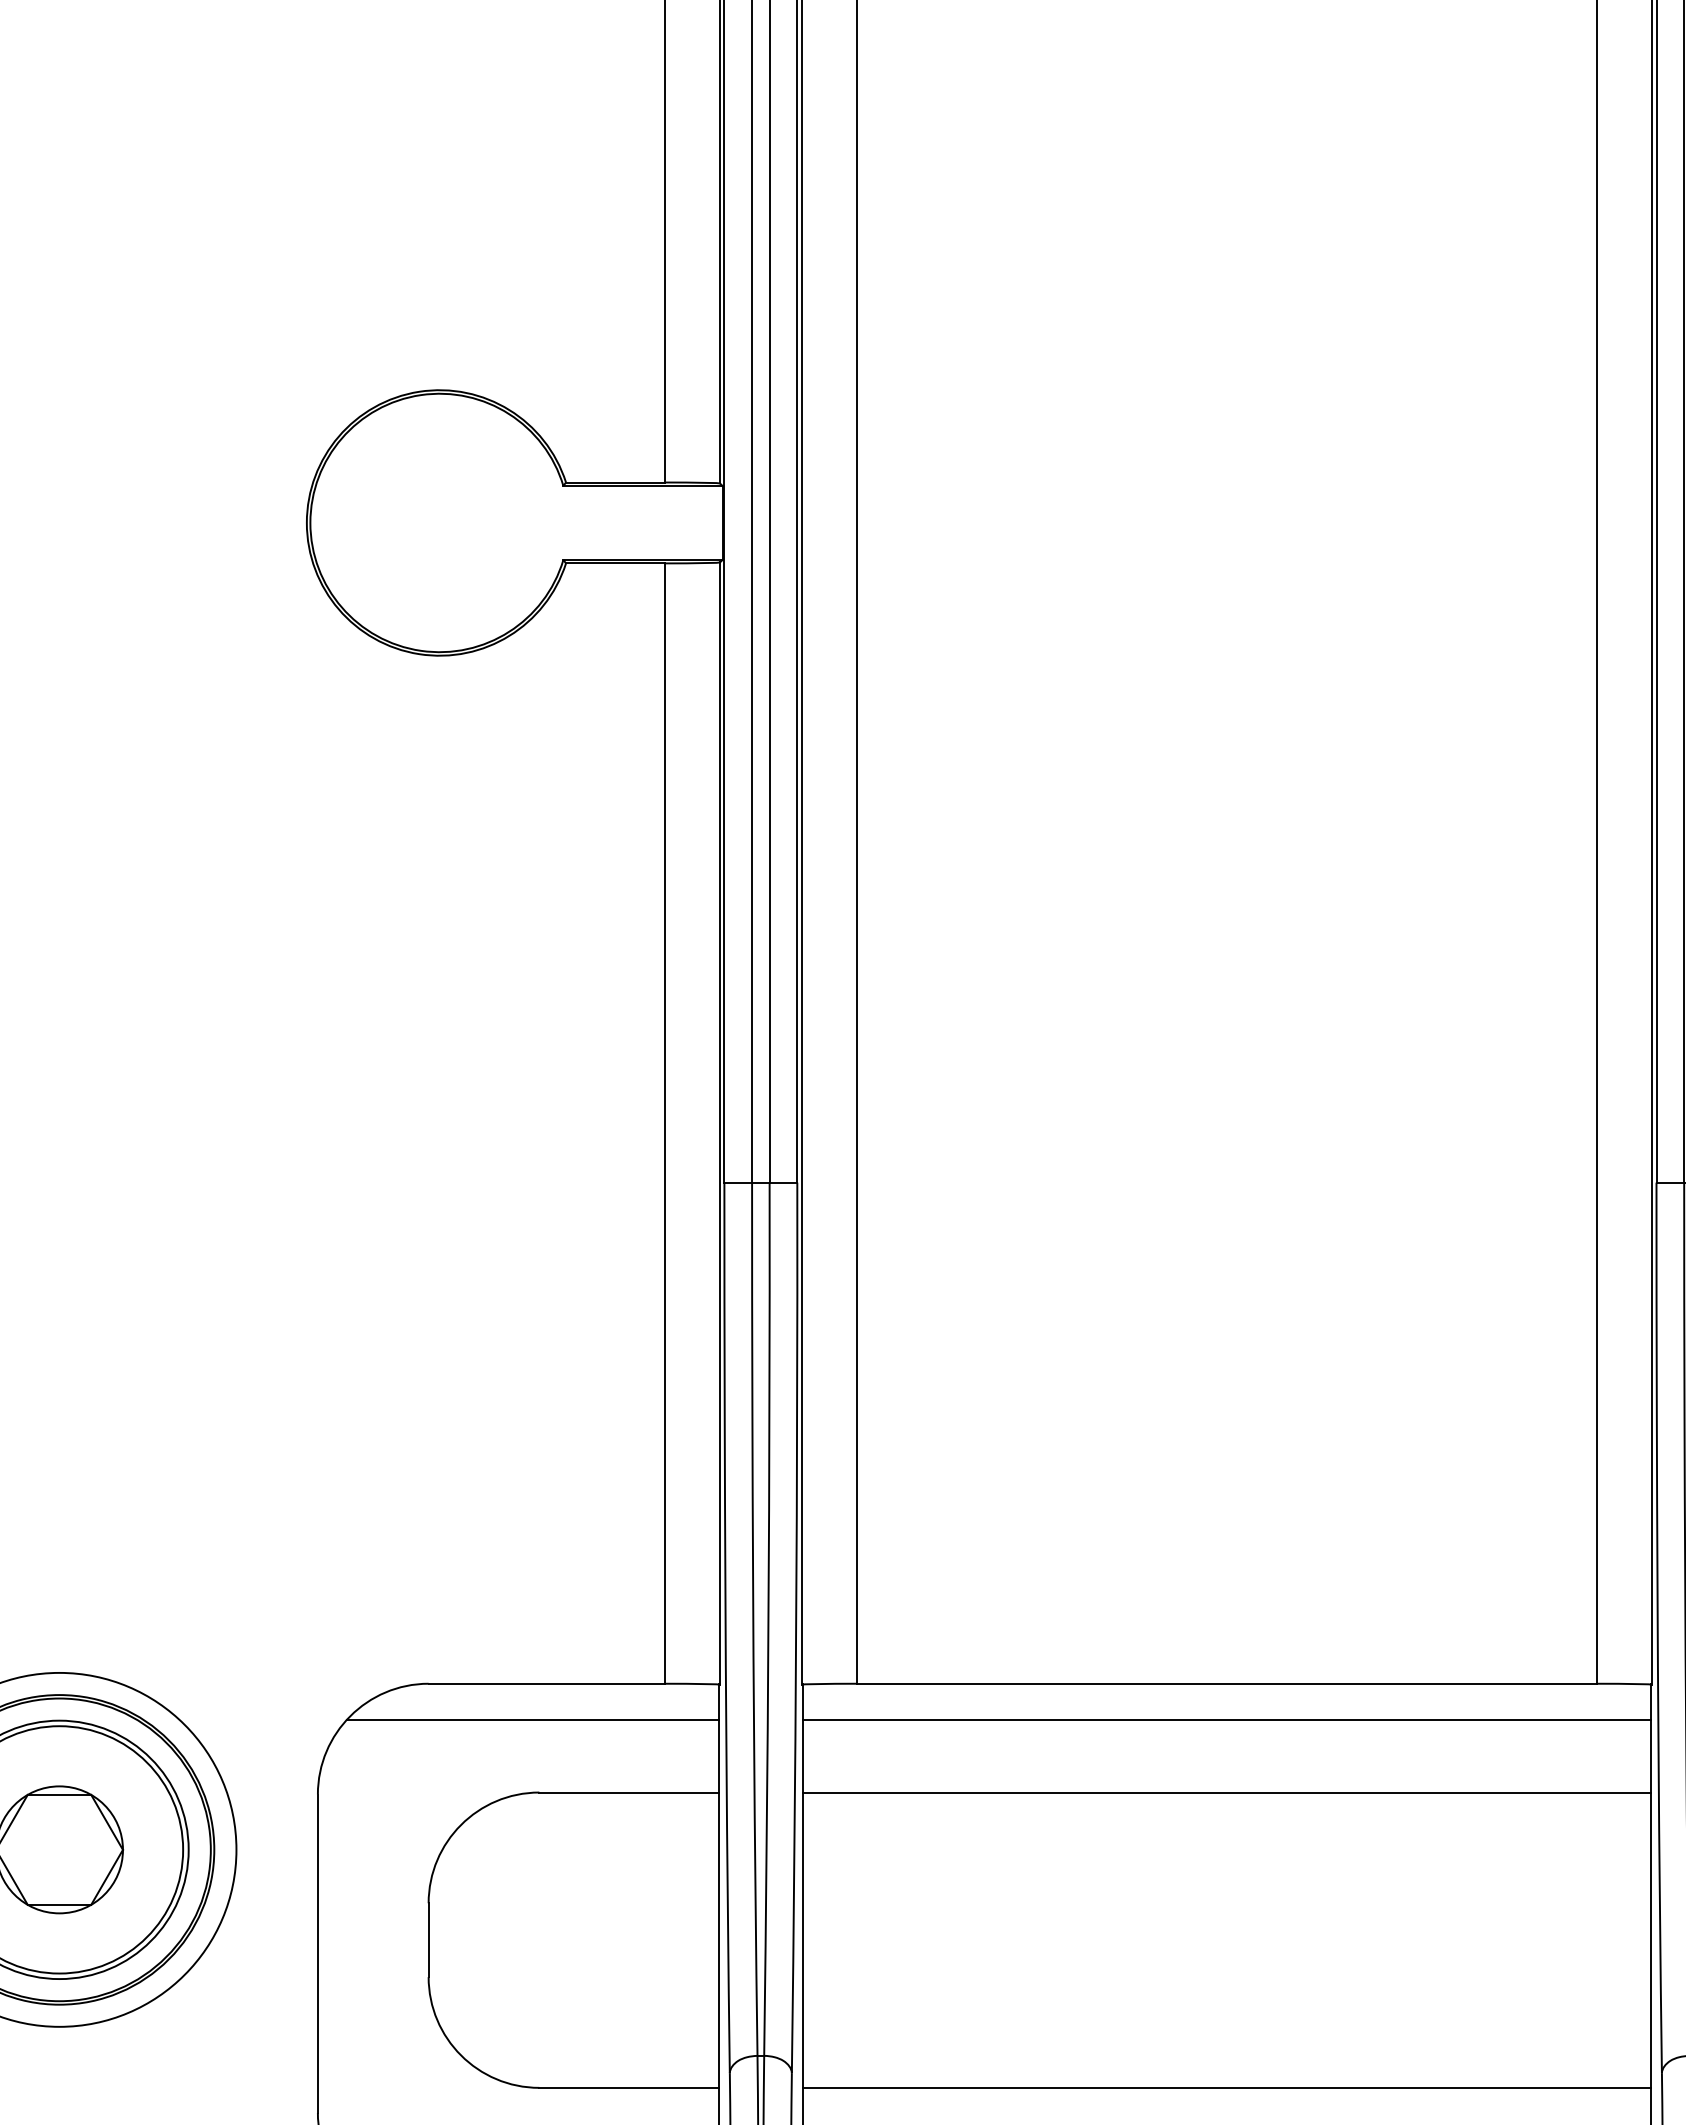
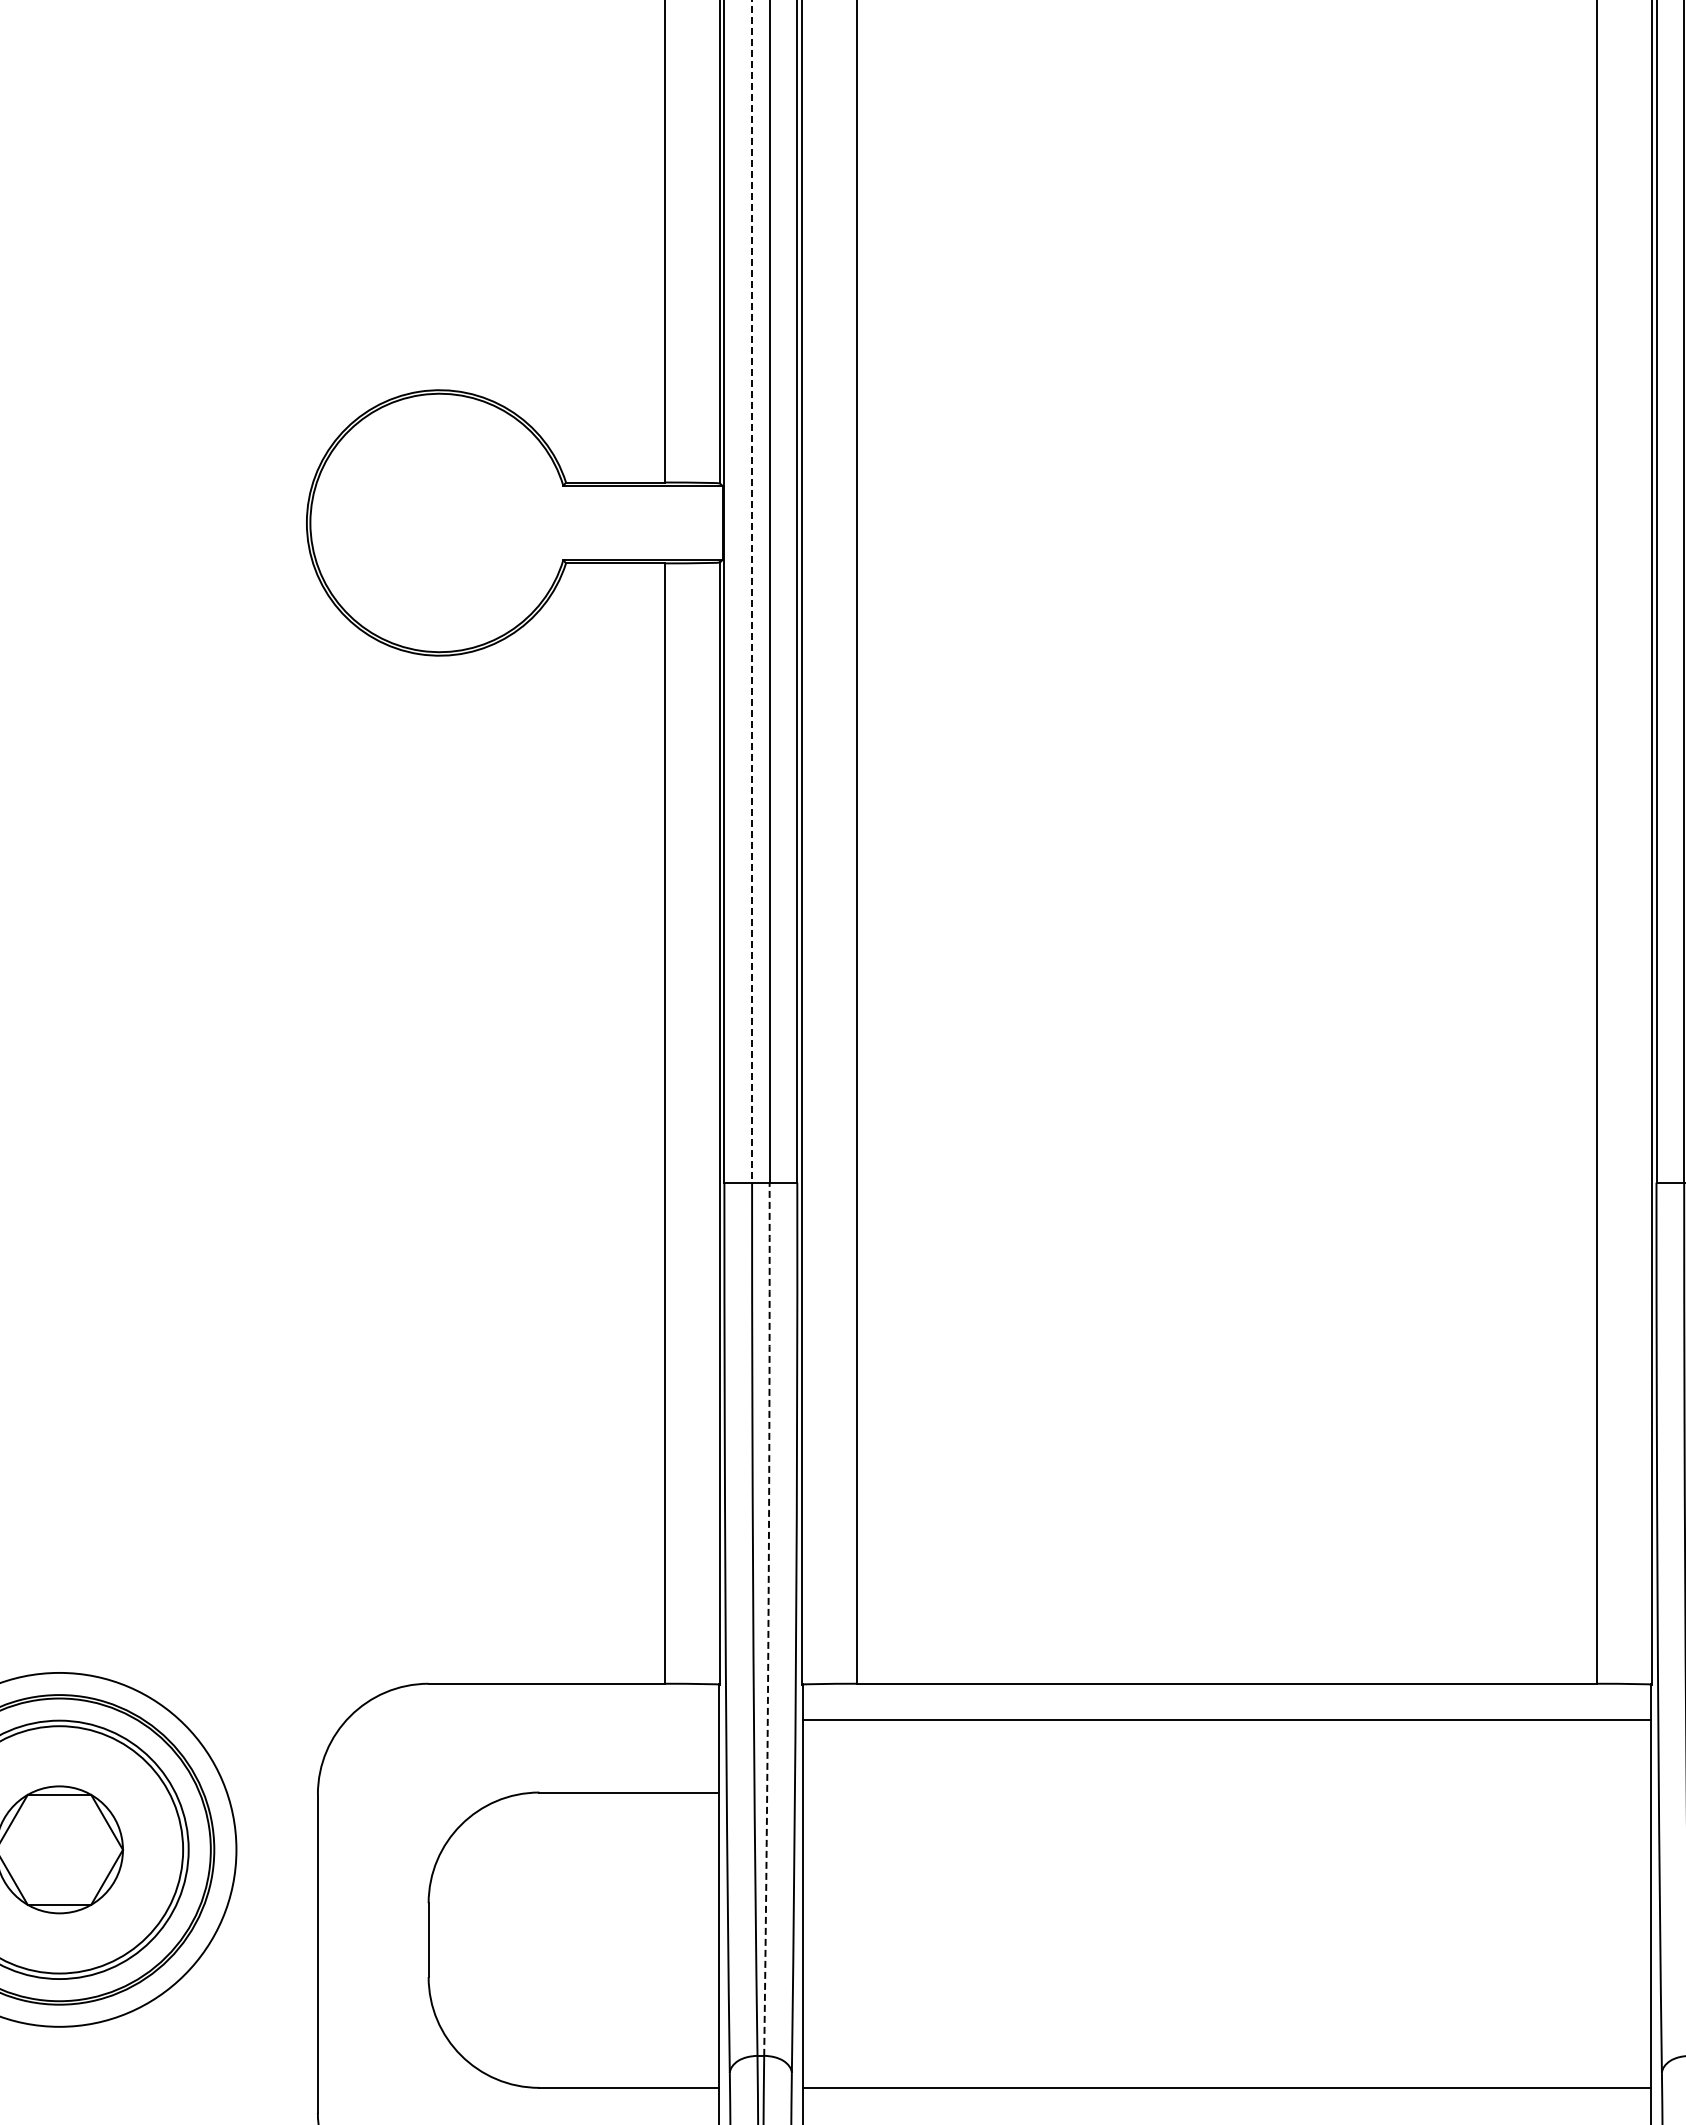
line at (752, 592): solid -> dashed
arc at (768, 1619): solid -> dashed
line at (533, 1720): present -> none
line at (1226, 1792): present -> none
